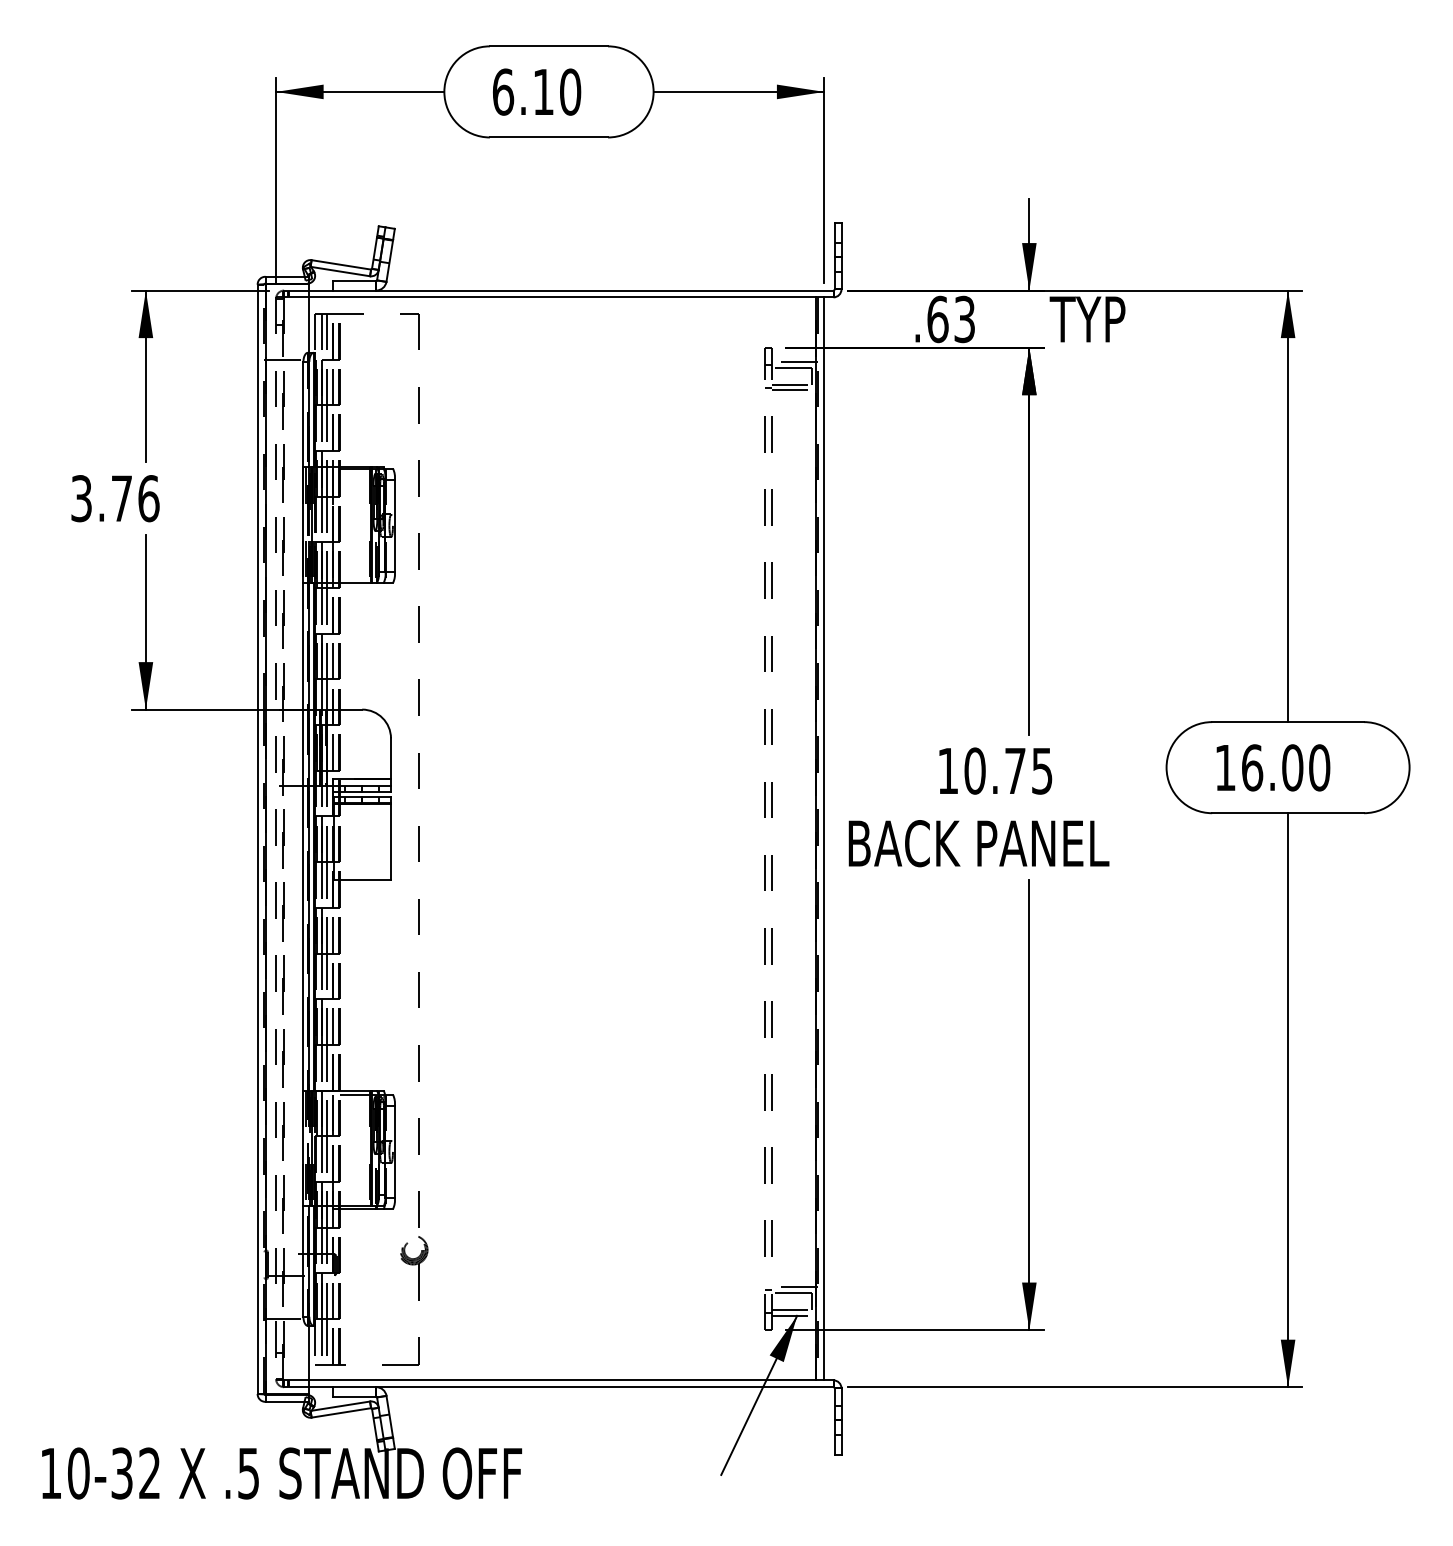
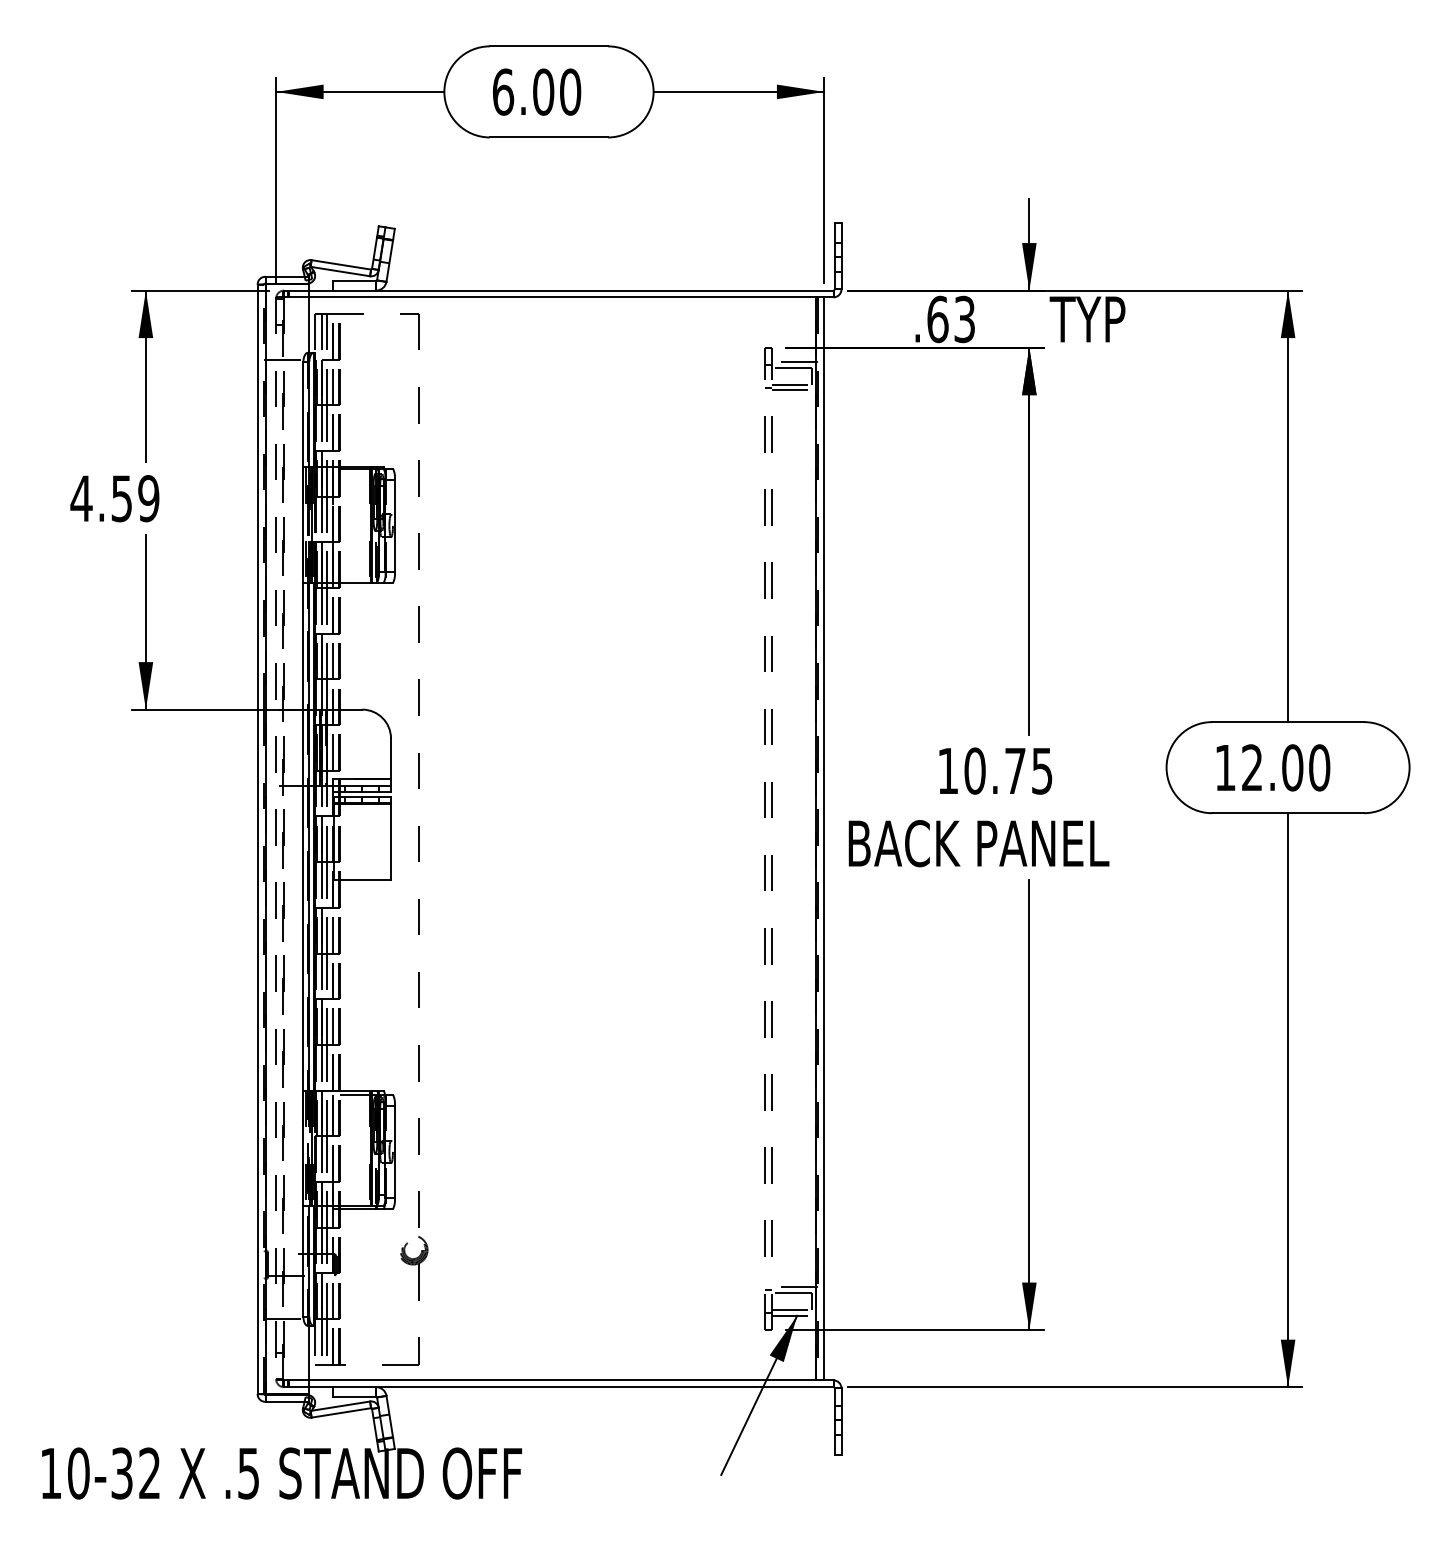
text at (543, 91): 6.10 -> 6.00
text at (114, 498): 3.76 -> 4.59
text at (1252, 767): 16.00 -> 12.00
